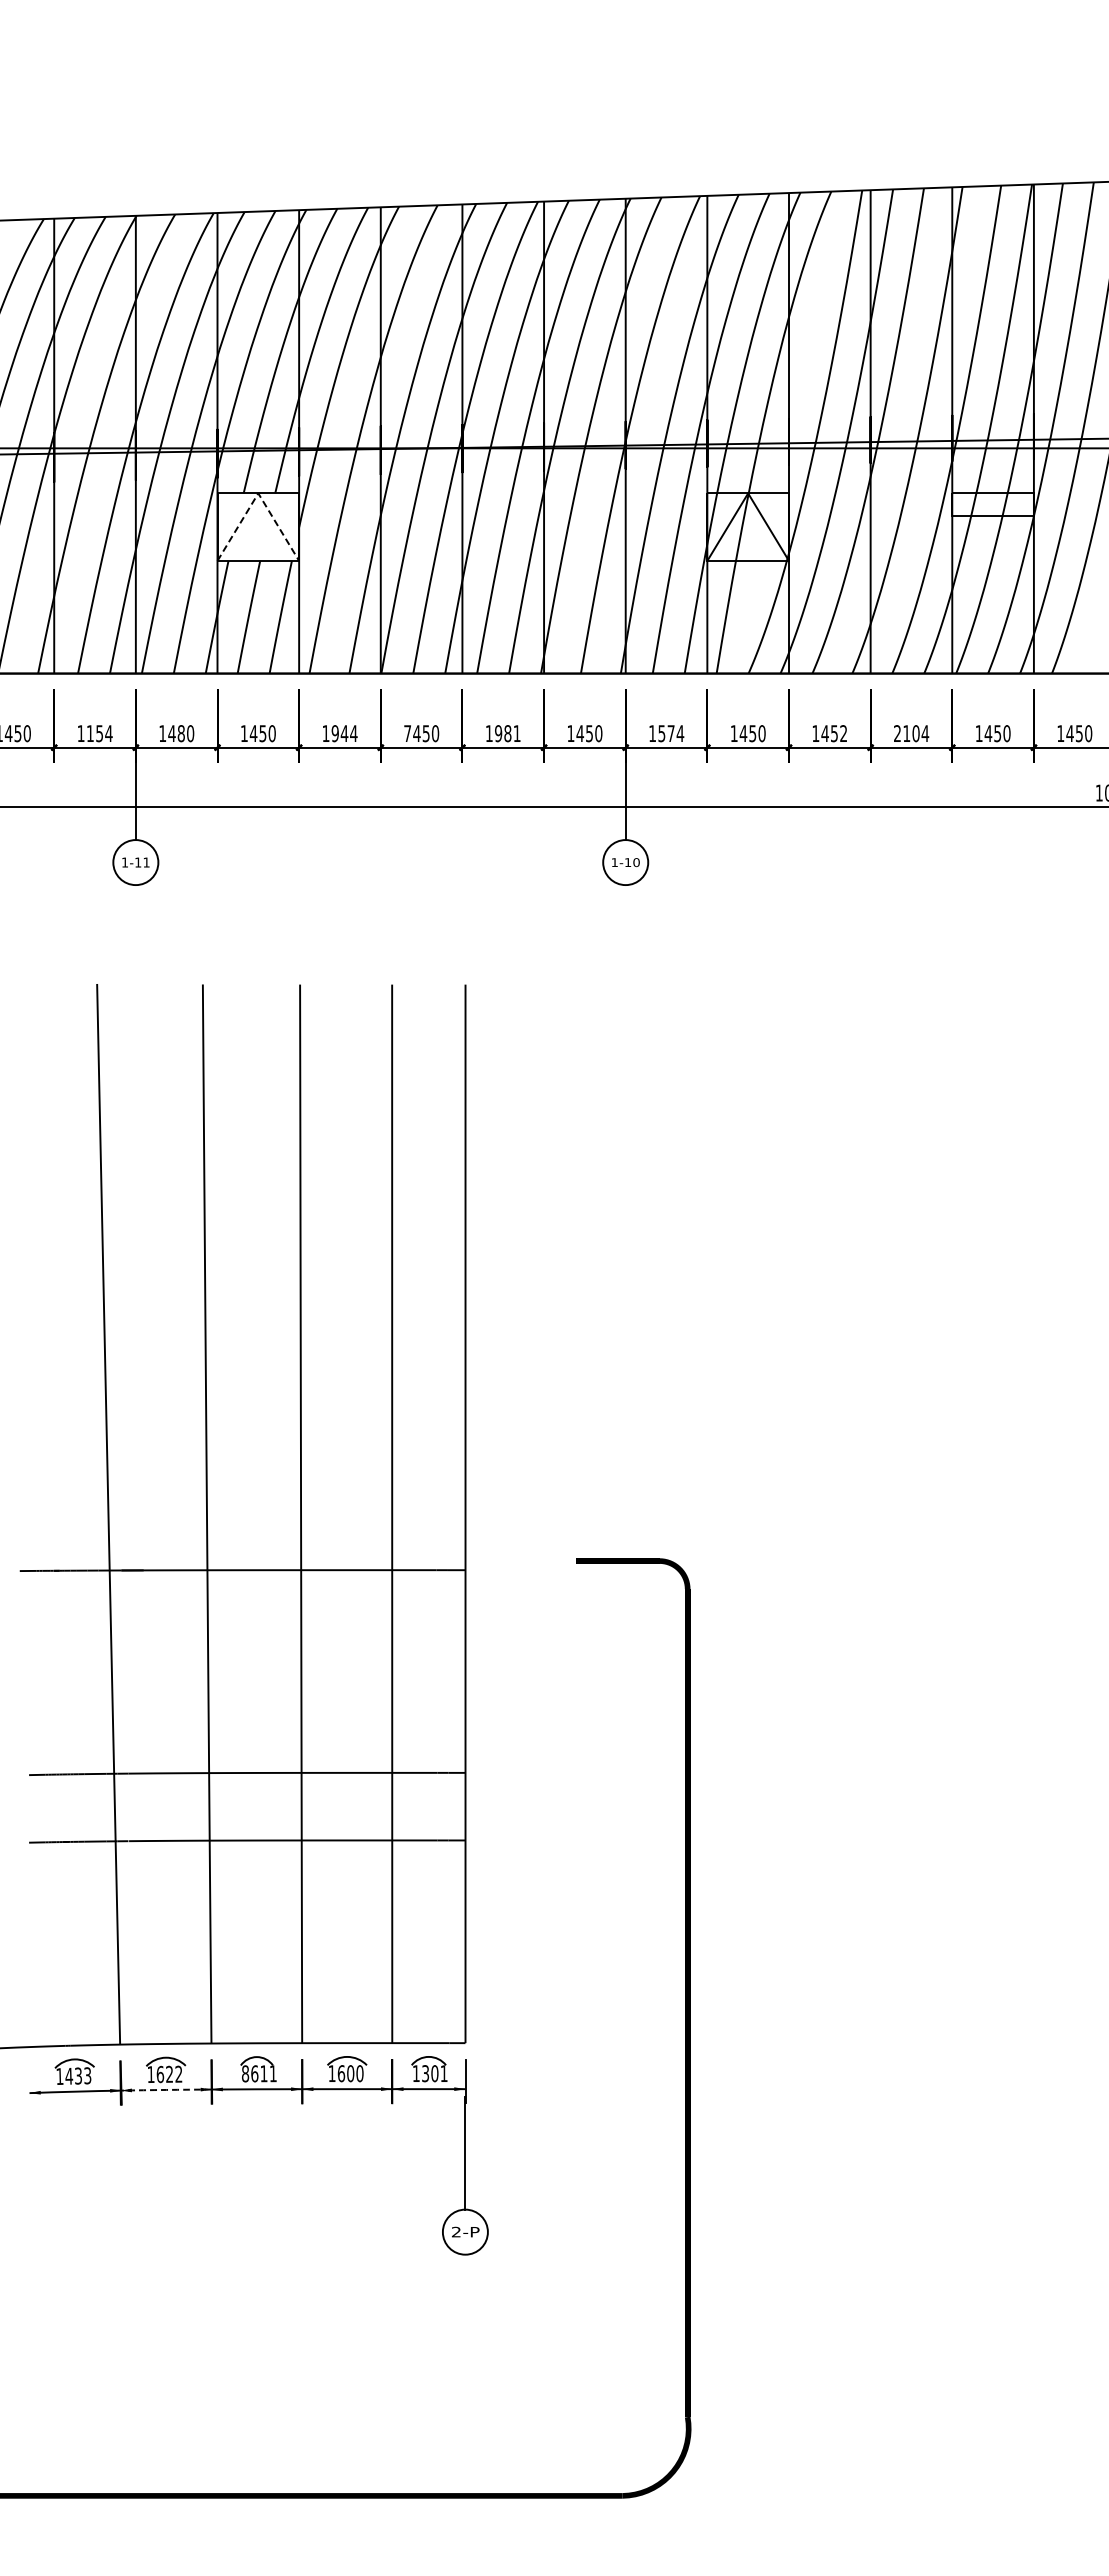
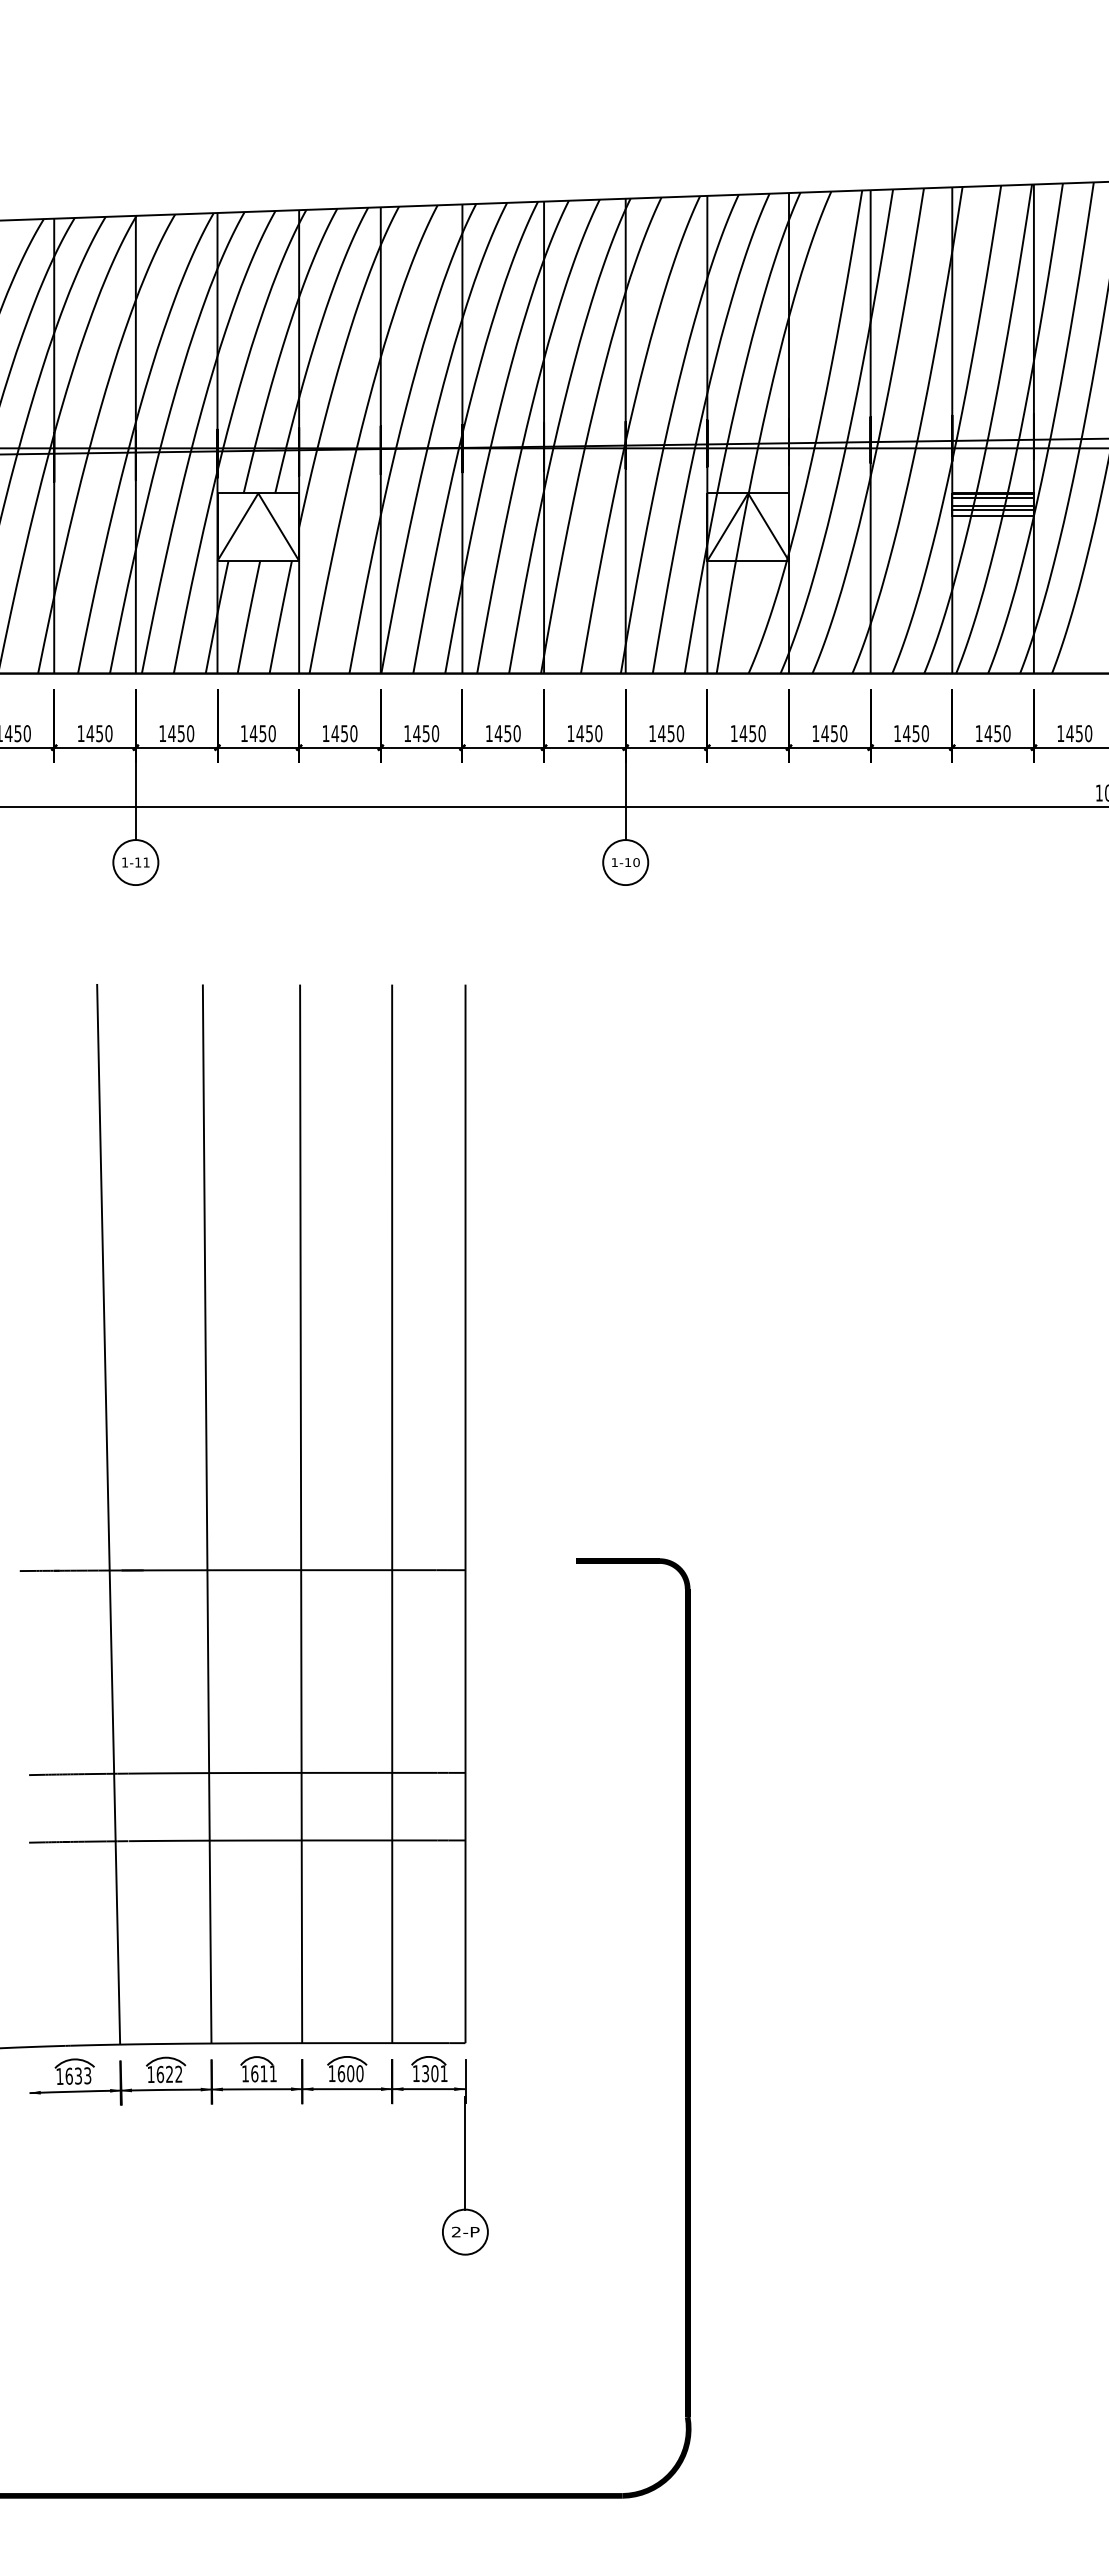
line at (258, 493): dashed -> solid
hatch at (992, 501): none -> present
text at (99, 733): 1154 -> 1450
text at (180, 733): 1480 -> 1450
text at (344, 733): 1944 -> 1450
text at (407, 733): 7450 -> 1450
text at (507, 733): 1981 -> 1450
text at (671, 733): 1574 -> 1450
text at (843, 733): 1452 -> 1450
text at (911, 733): 2104 -> 1450
text at (245, 2073): 8611 -> 1611
text at (69, 2075): 1433 -> 1633
arc at (166, 2089): dashed -> solid
